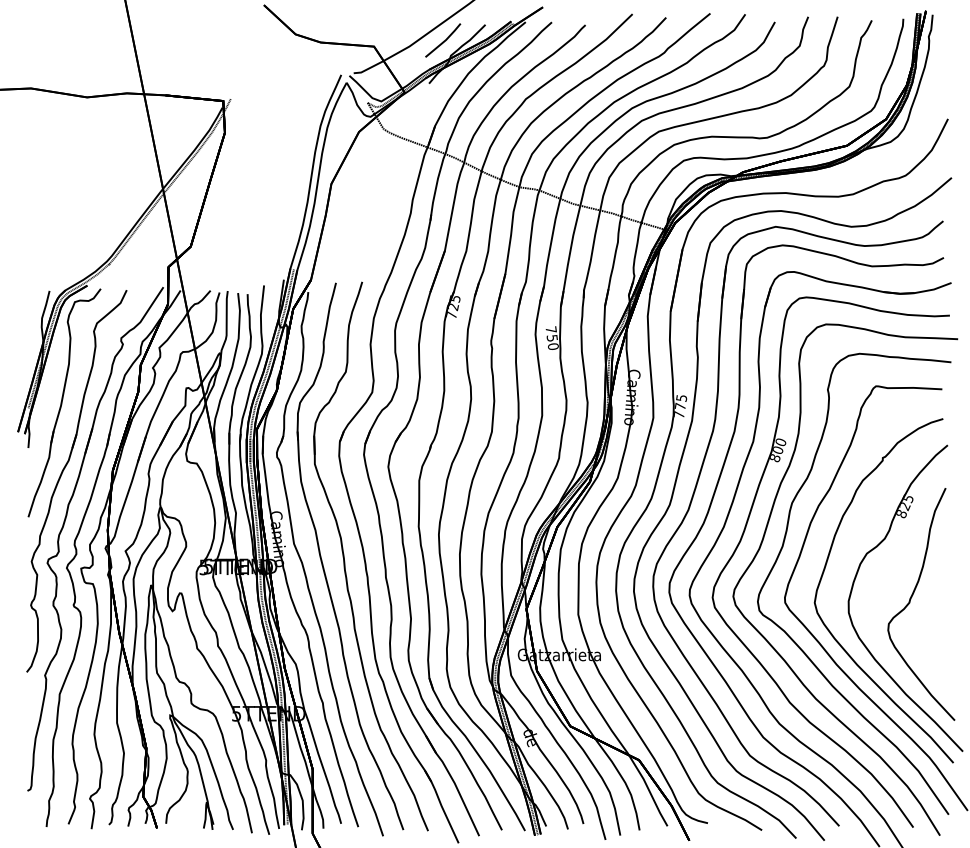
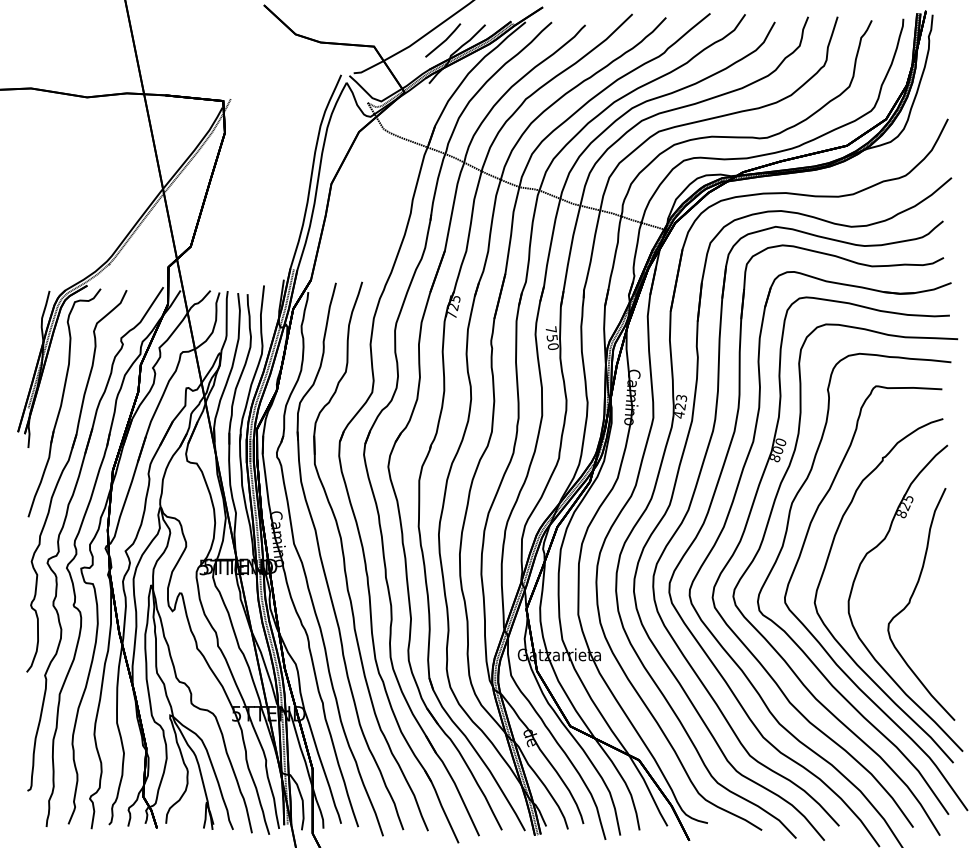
text at (680, 406): 775 -> 423
